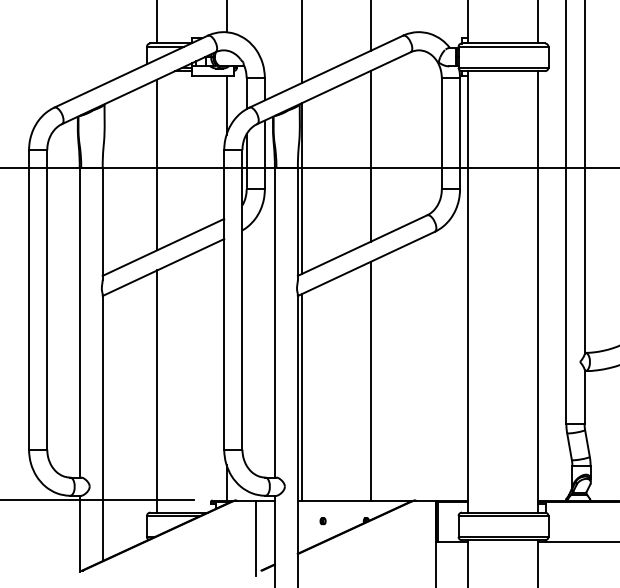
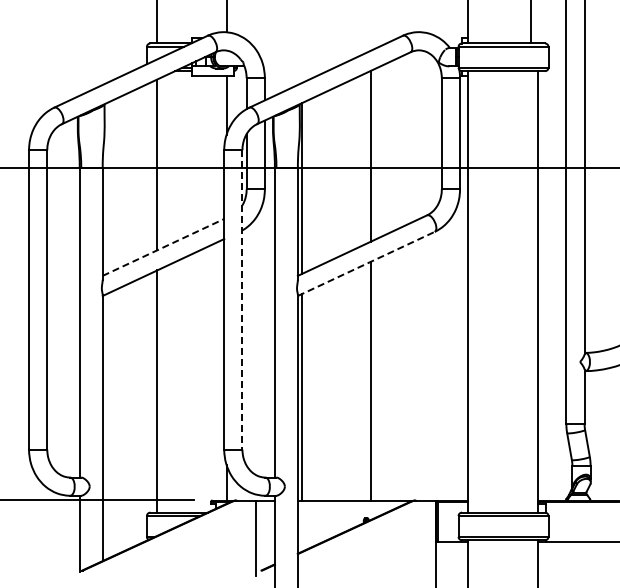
line at (537, 22) position: (537, 22) -> (530, 22)
line at (371, 26): present -> none
line at (301, 42): present -> none
line at (163, 247): solid -> dashed
line at (366, 263): solid -> dashed
line at (242, 299): solid -> dashed
part at (322, 521): present -> none
